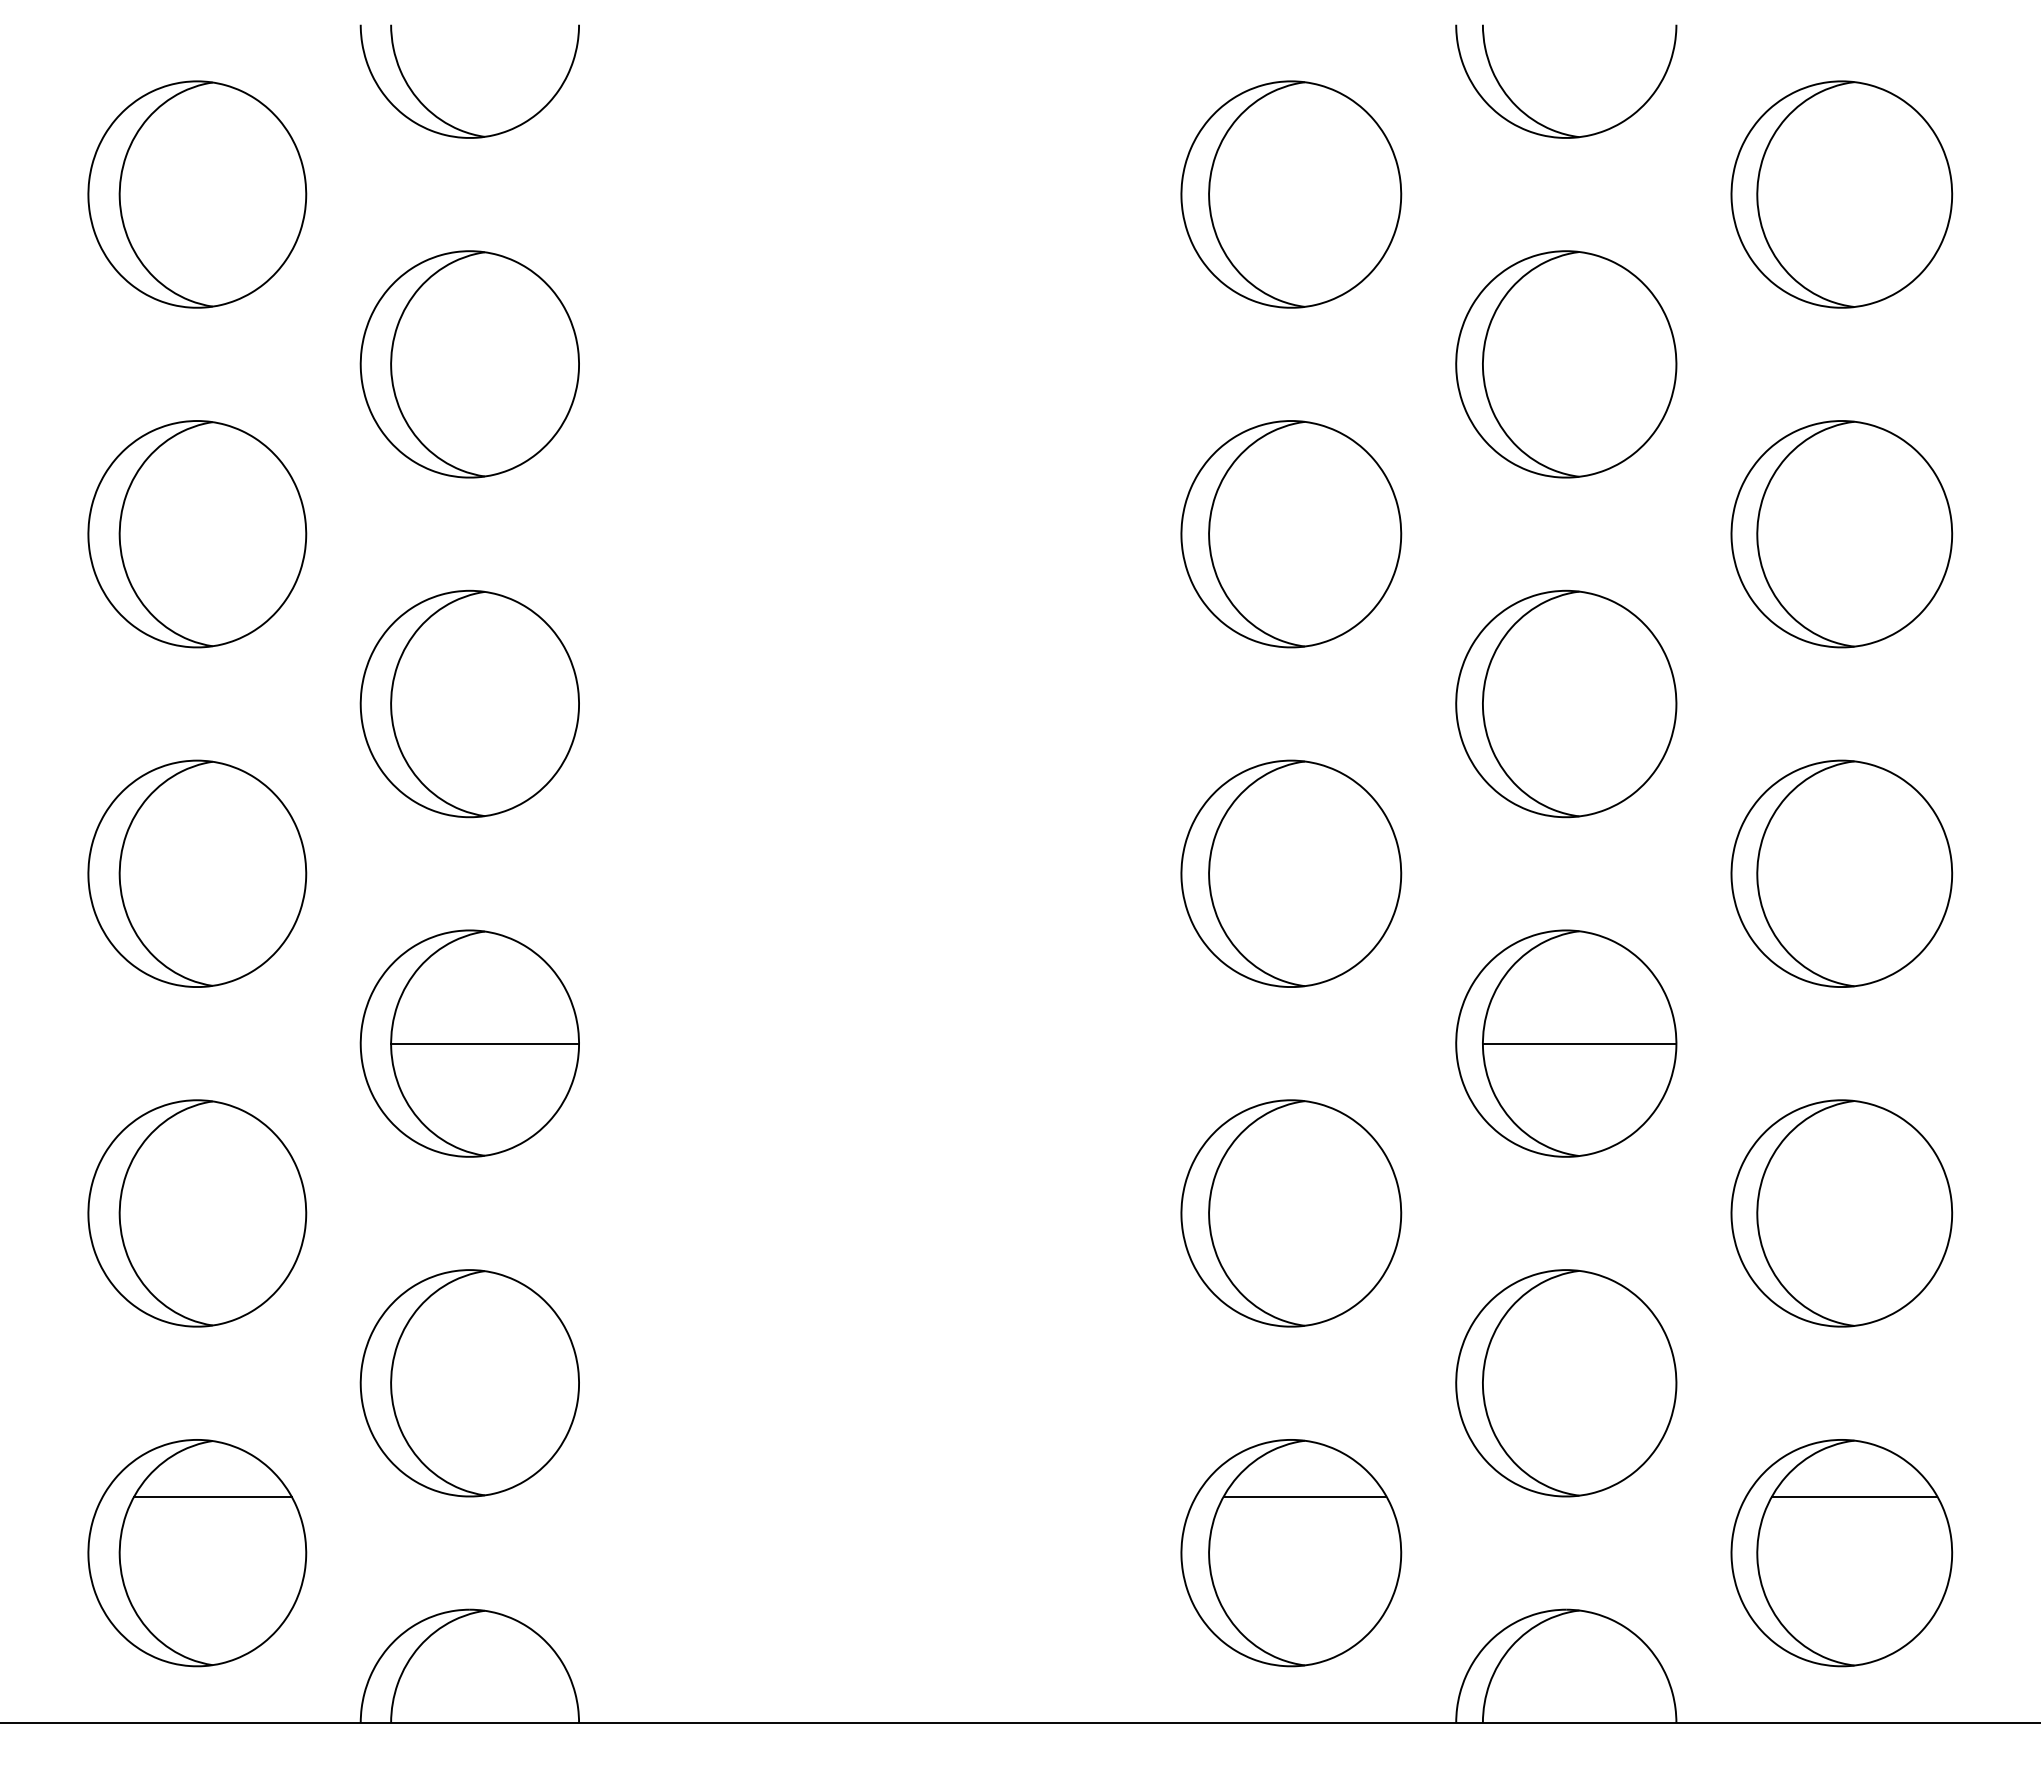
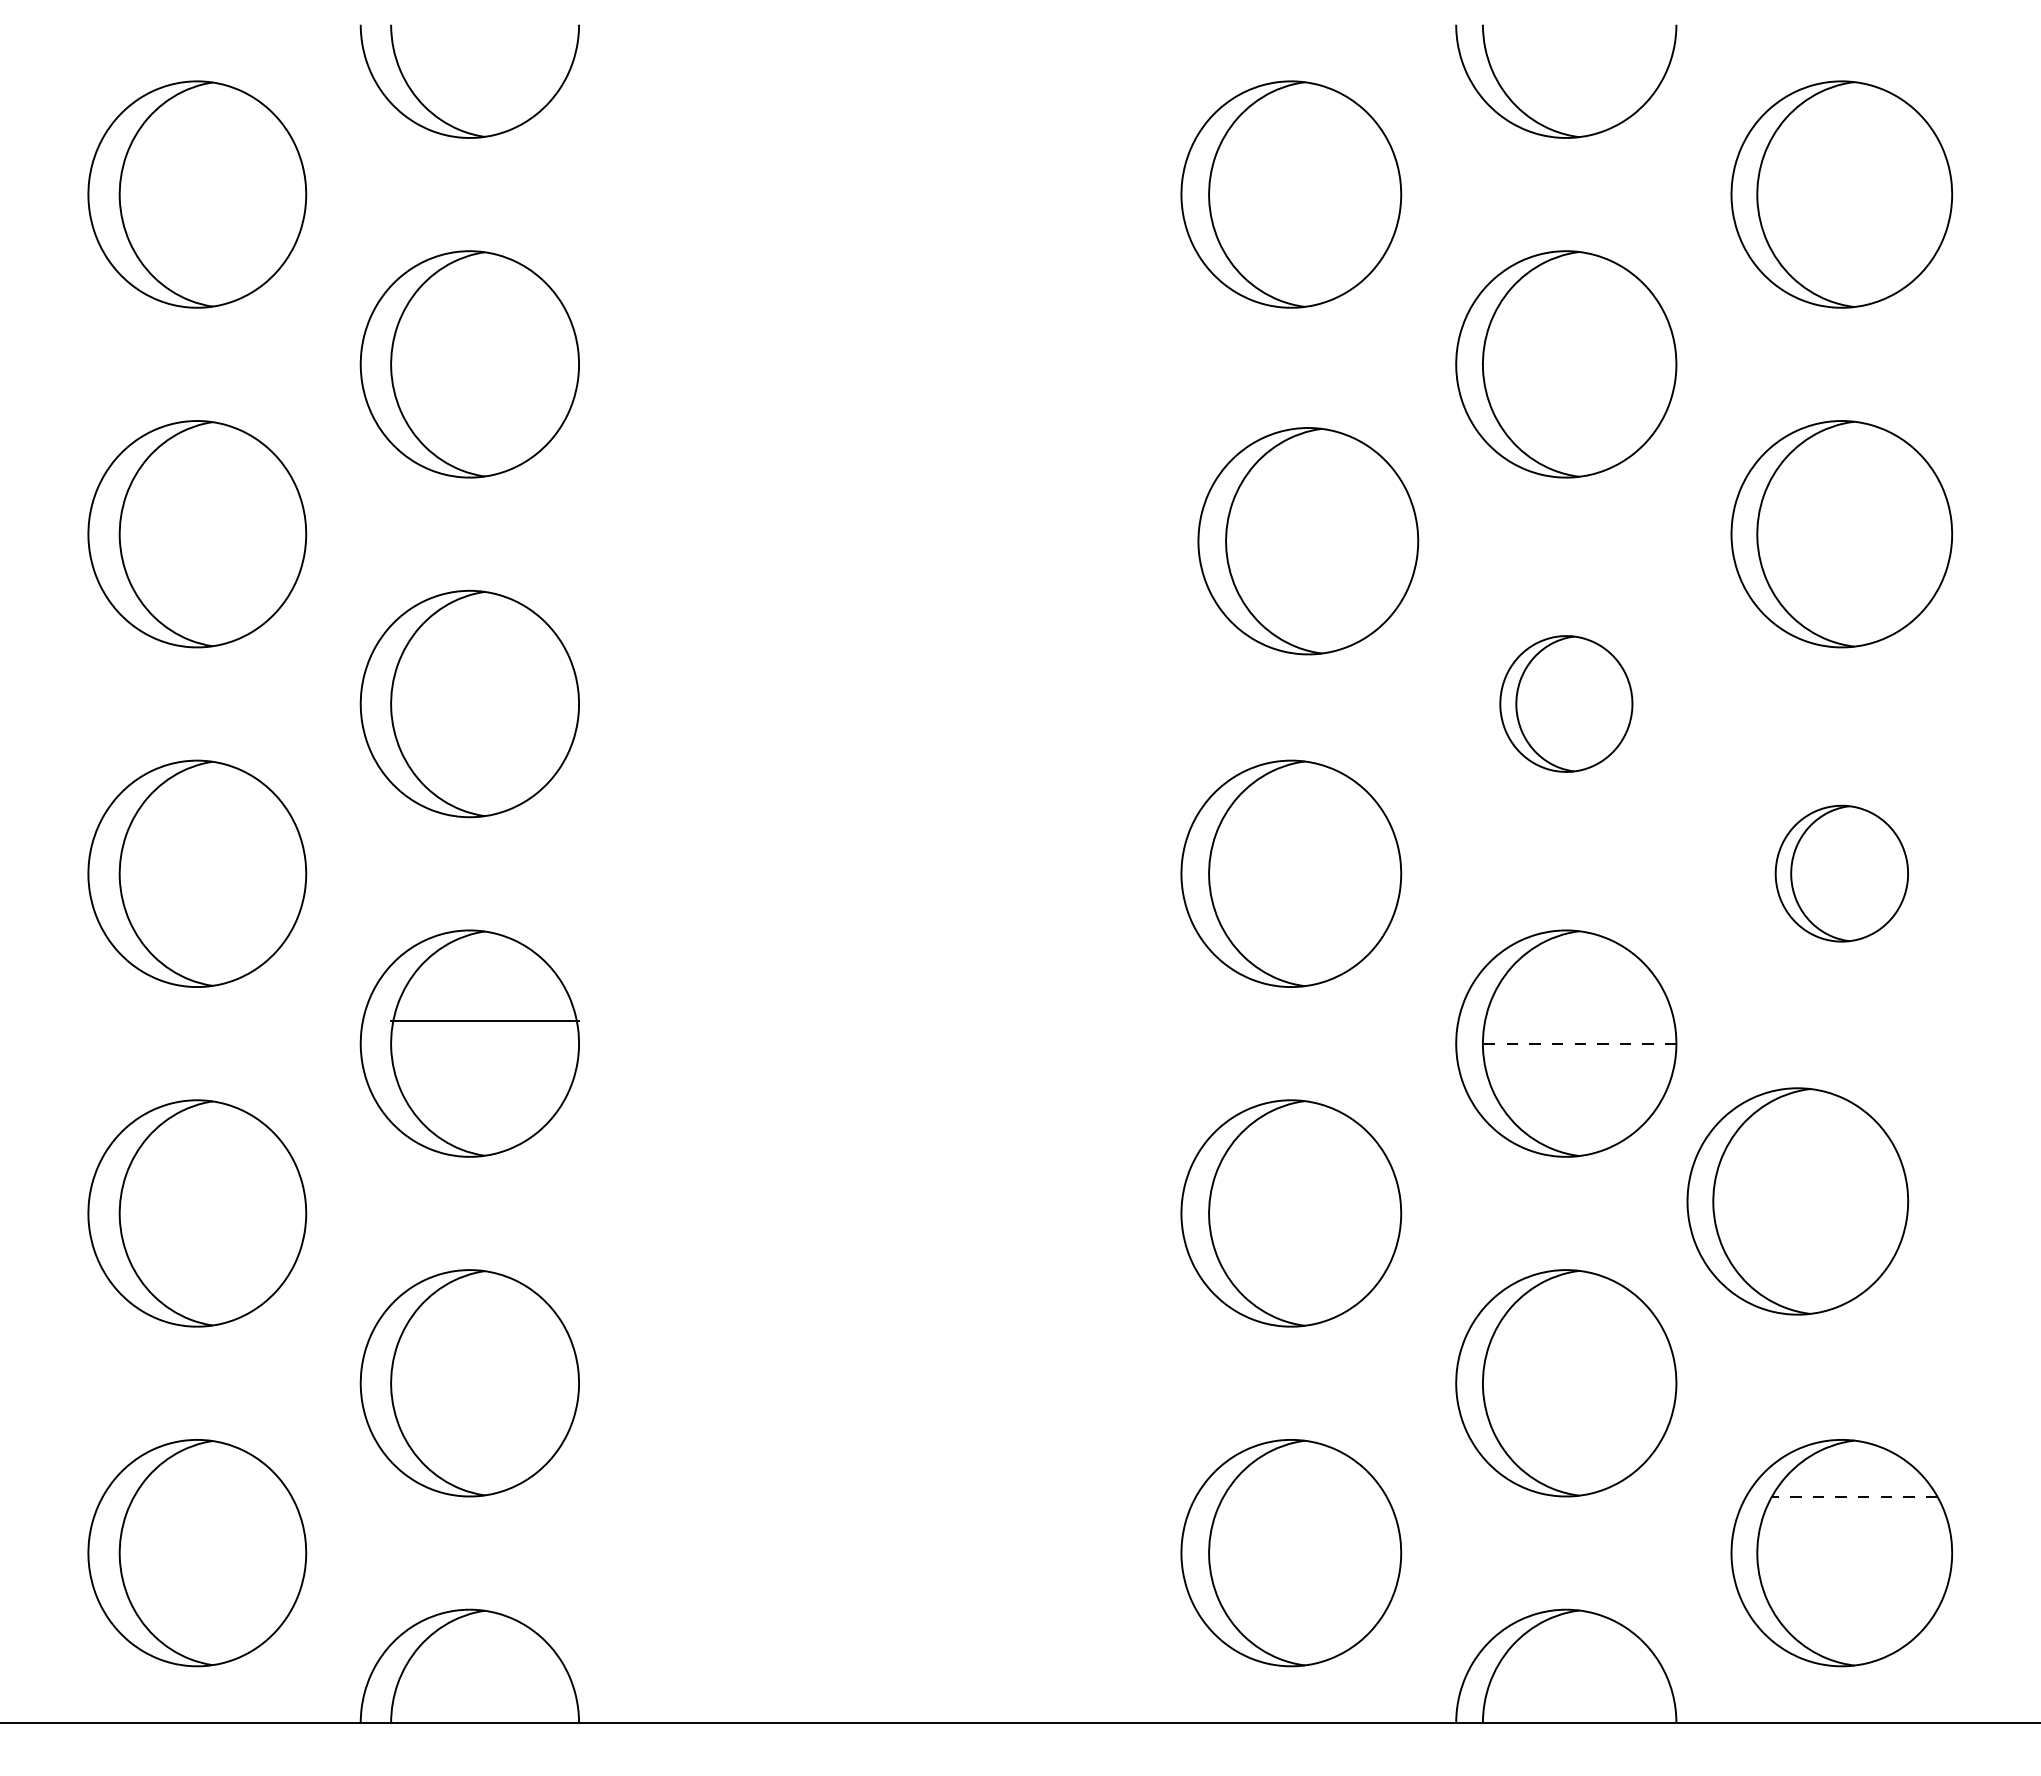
part at (1291, 534) position: (1291, 534) -> (1308, 541)
part at (1566, 703) size: 223x230 px -> 135x138 px
part at (1841, 873) size: 224x229 px -> 135x139 px
line at (485, 1043) position: (485, 1043) -> (485, 1020)
line at (1579, 1043): solid -> dashed
part at (1841, 1213) position: (1841, 1213) -> (1797, 1201)
line at (212, 1496): present -> none
line at (1304, 1496): present -> none
line at (1854, 1496): solid -> dashed
